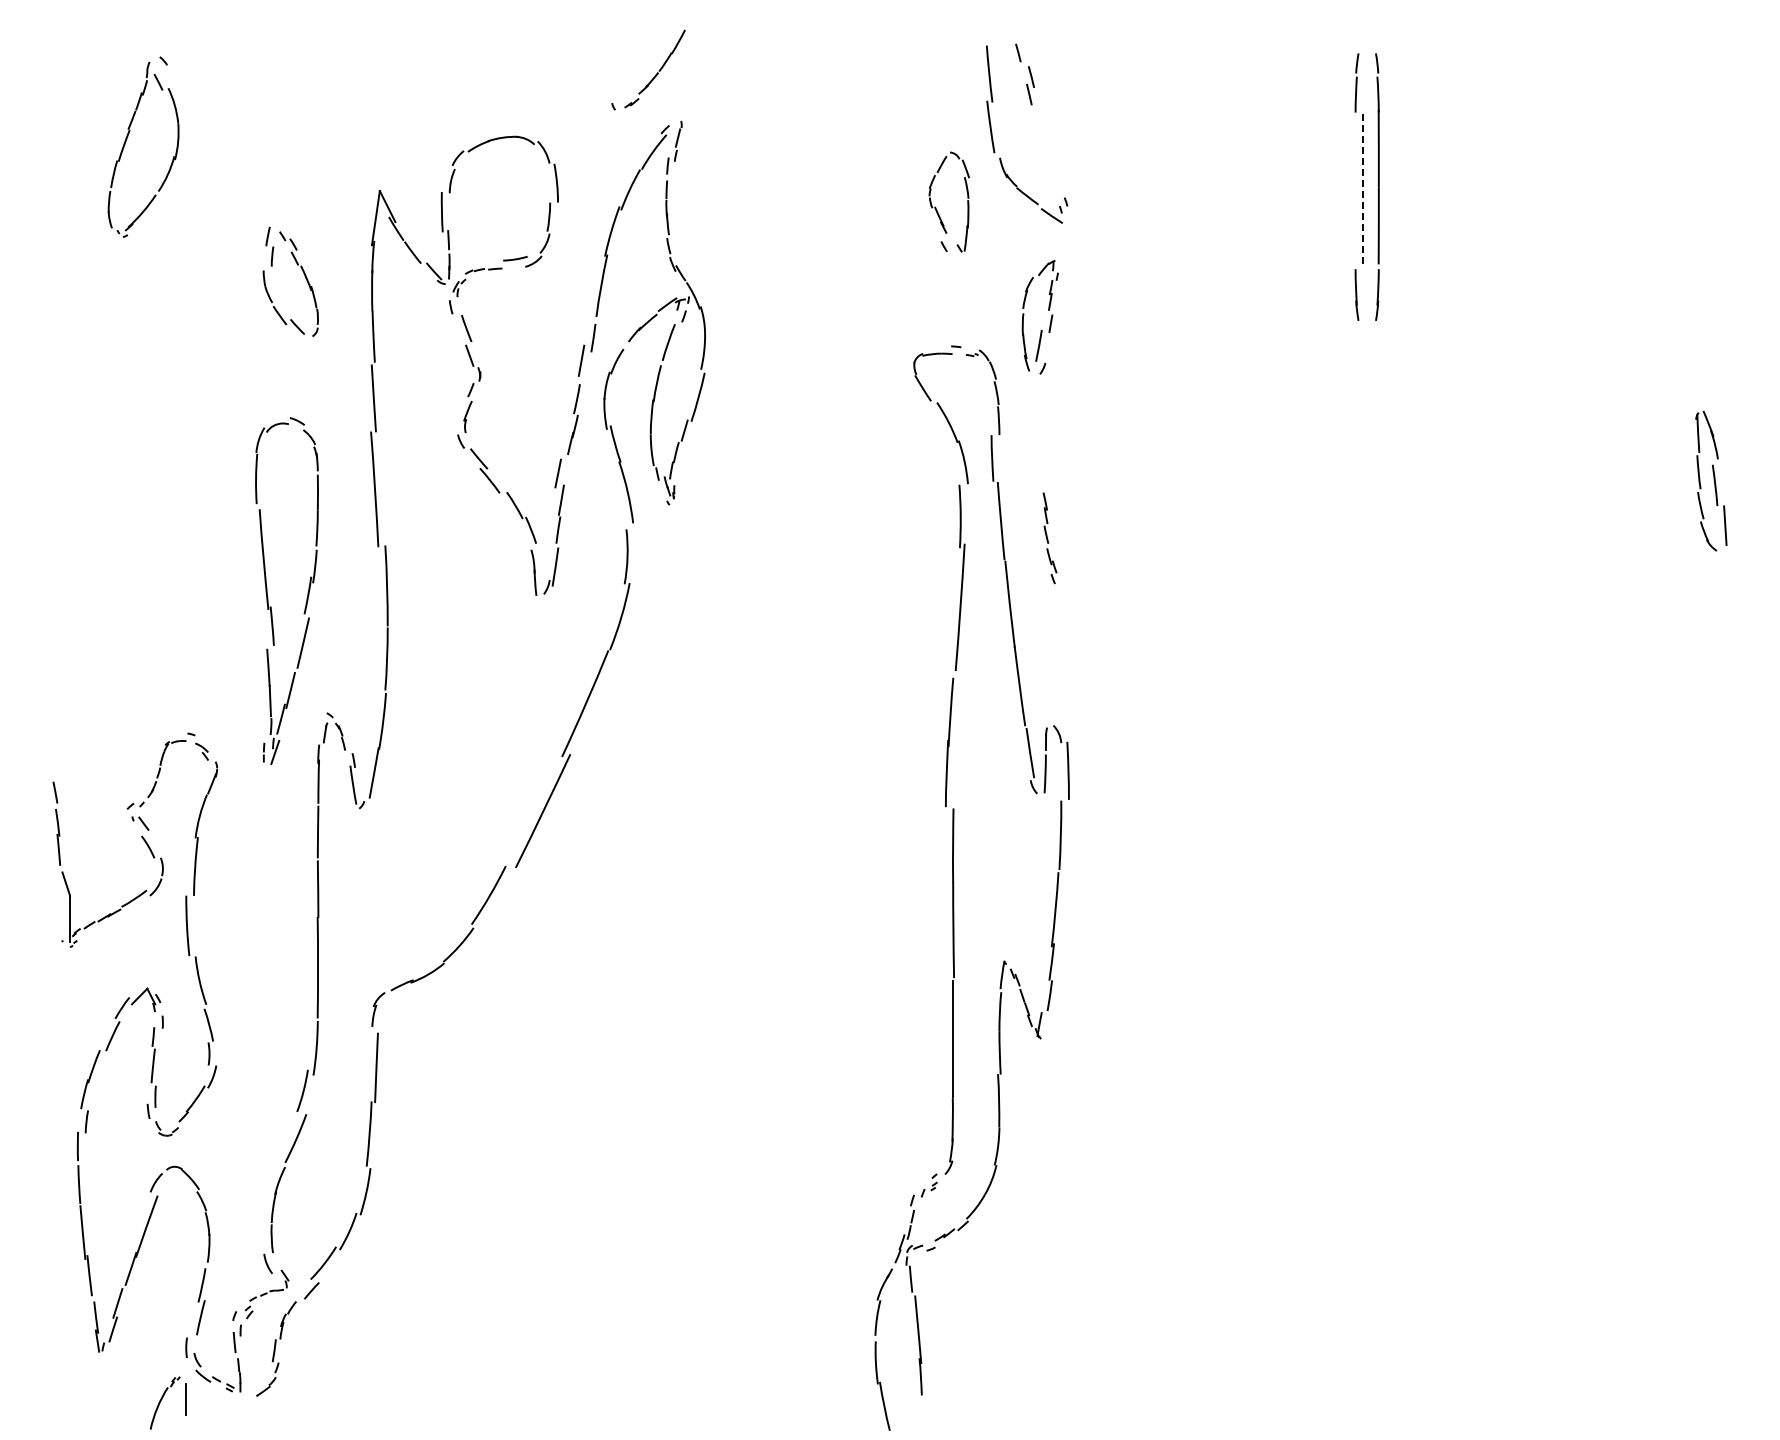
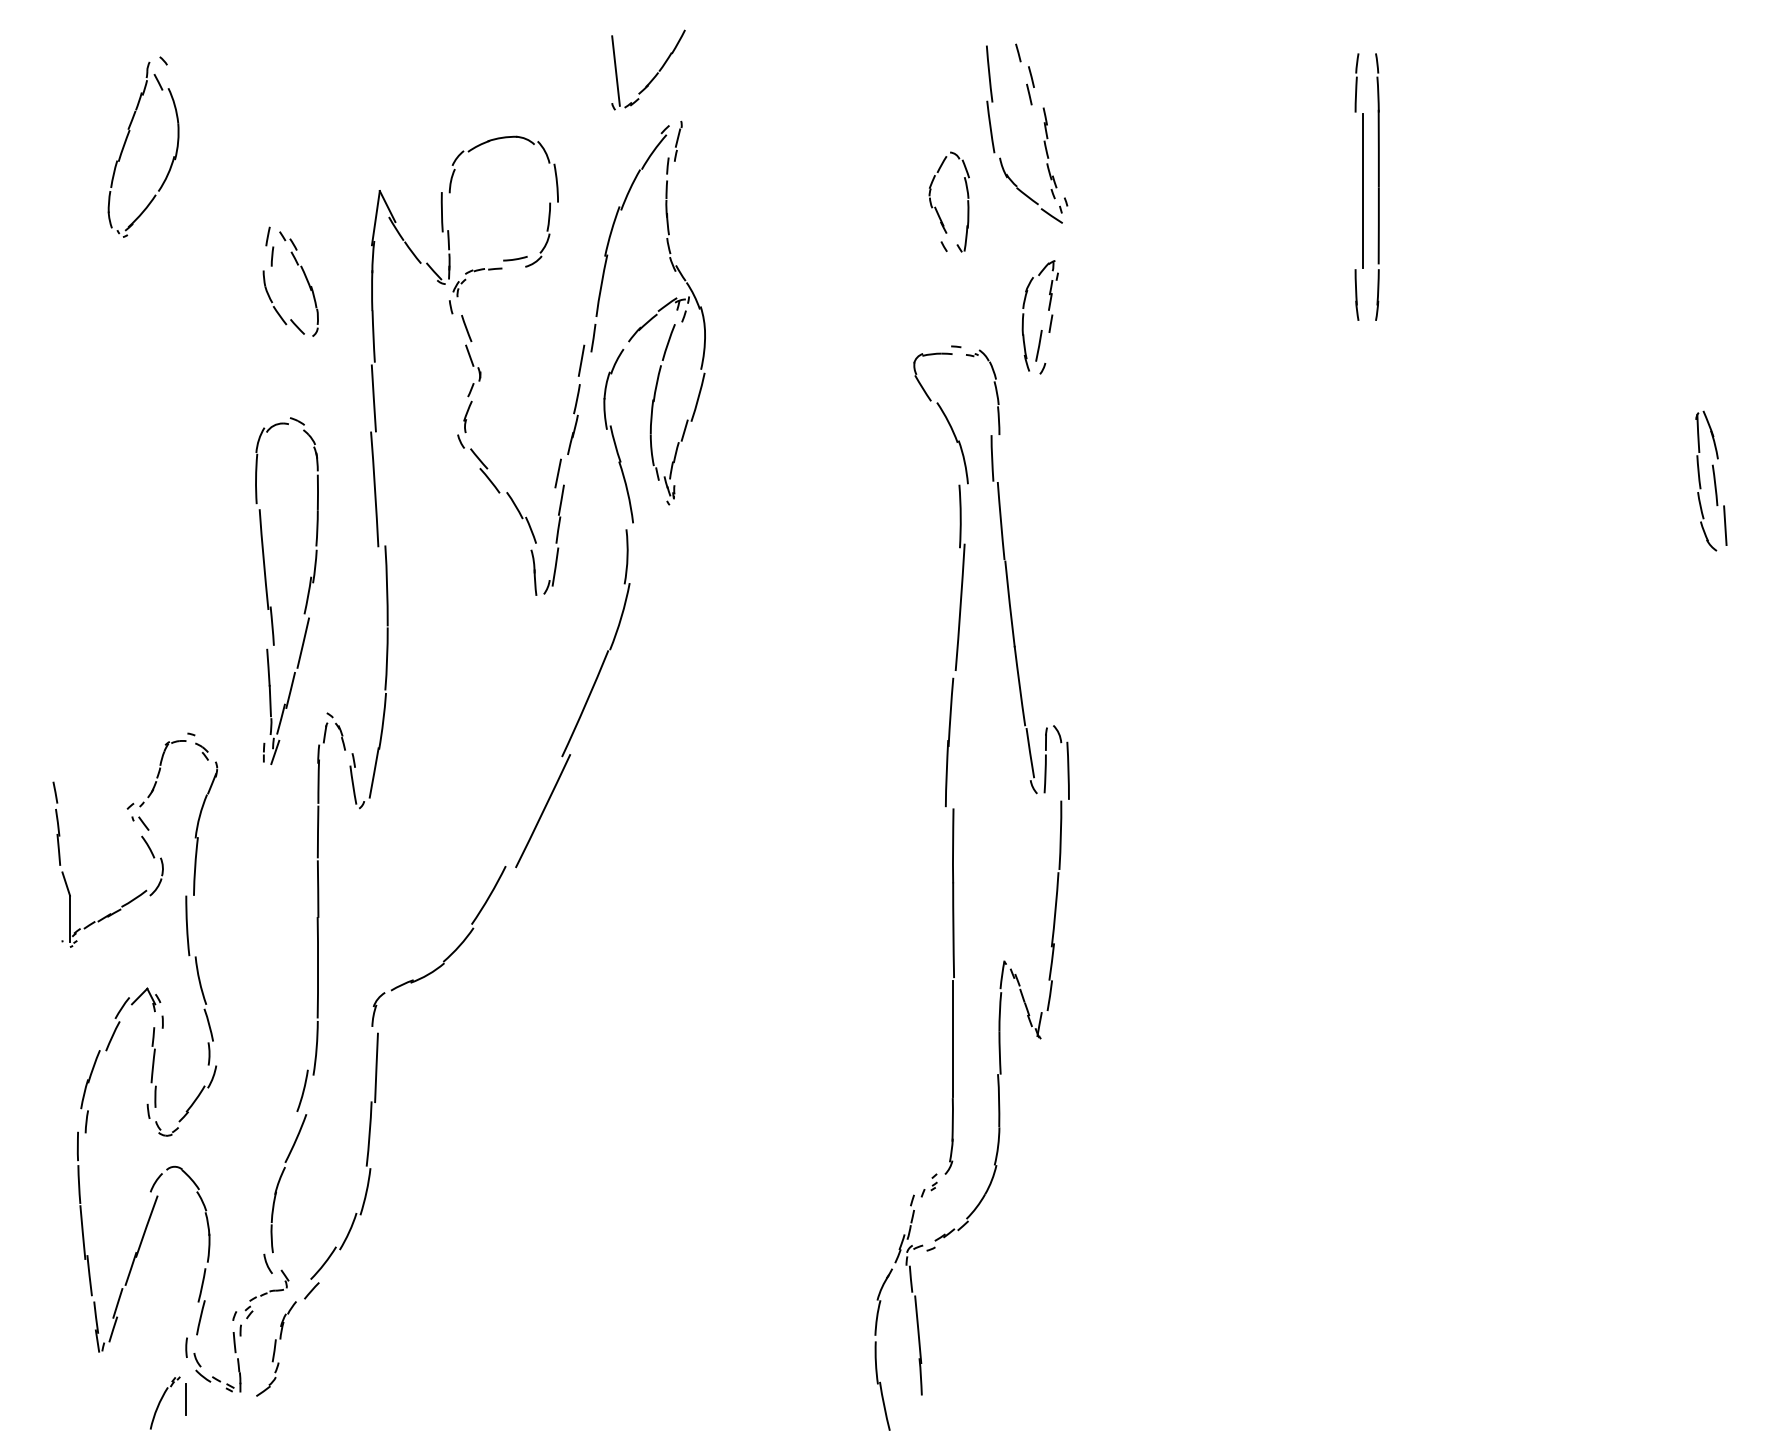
line at (615, 70): none -> present
line at (1363, 191): dashed -> solid
part at (1049, 538) position: (1049, 538) -> (1049, 153)
